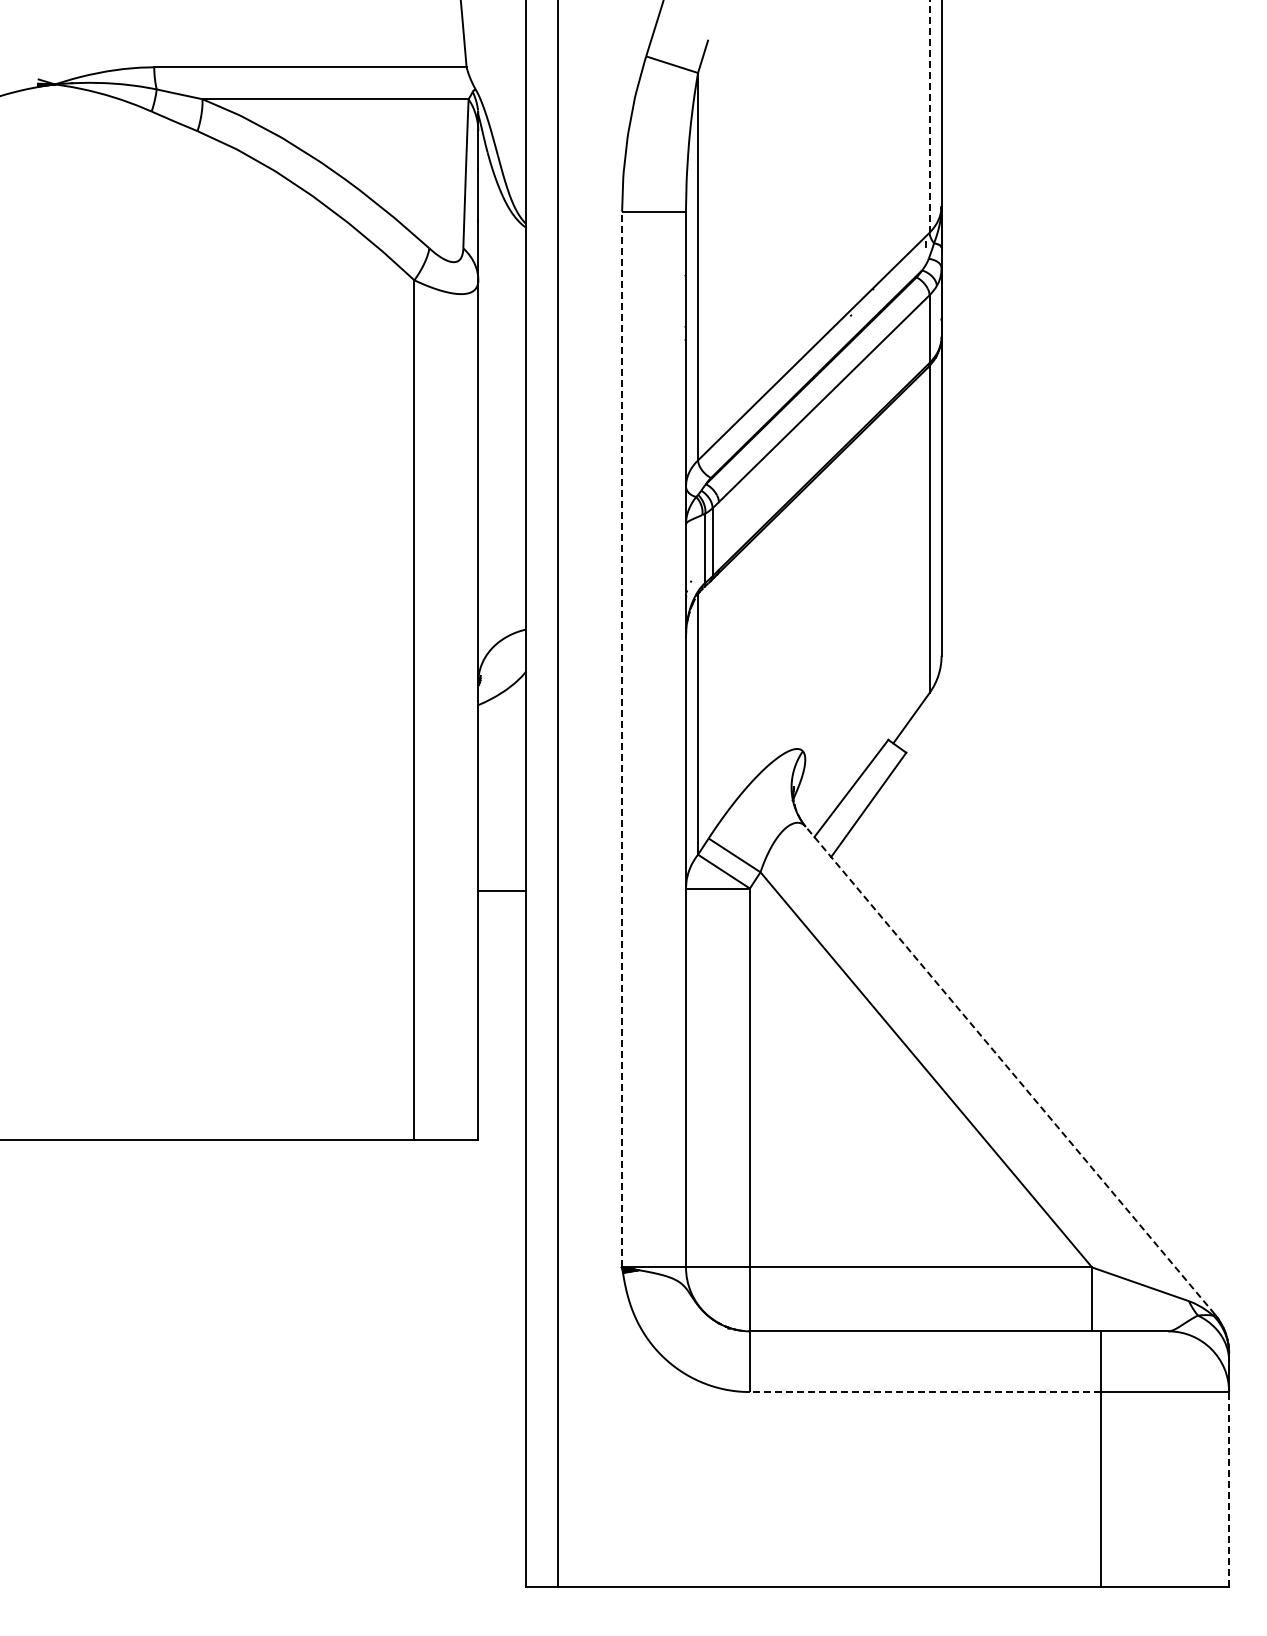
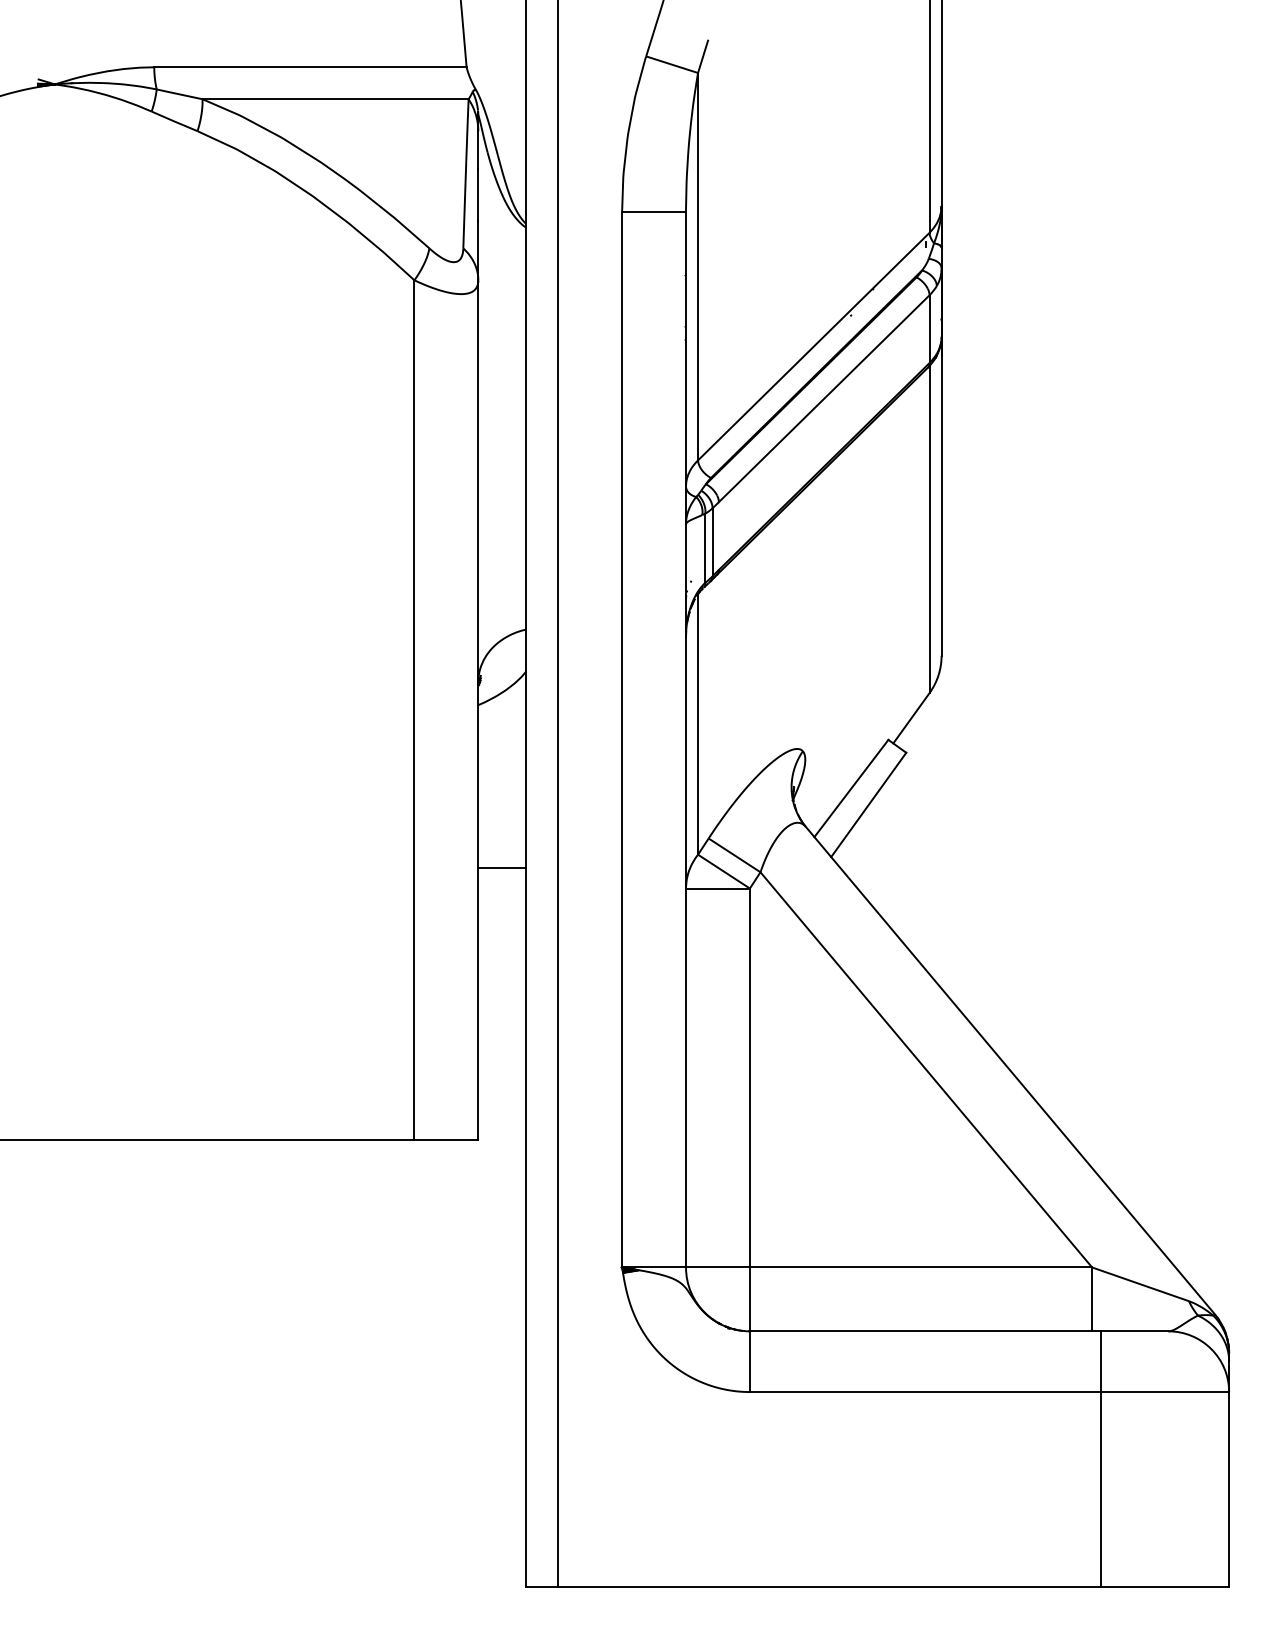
line at (929, 116): dashed -> solid
line at (622, 739): dashed -> solid
line at (502, 891) position: (502, 891) -> (502, 868)
line at (1010, 1070): dashed -> solid
line at (925, 1392): dashed -> solid
line at (1229, 1488): dashed -> solid
